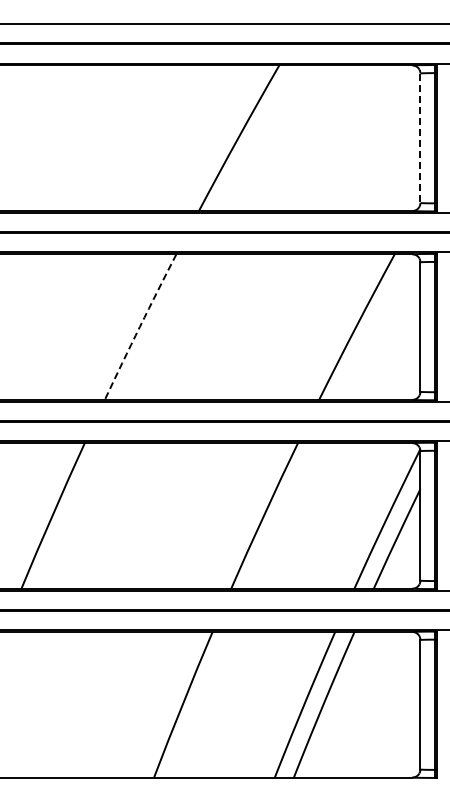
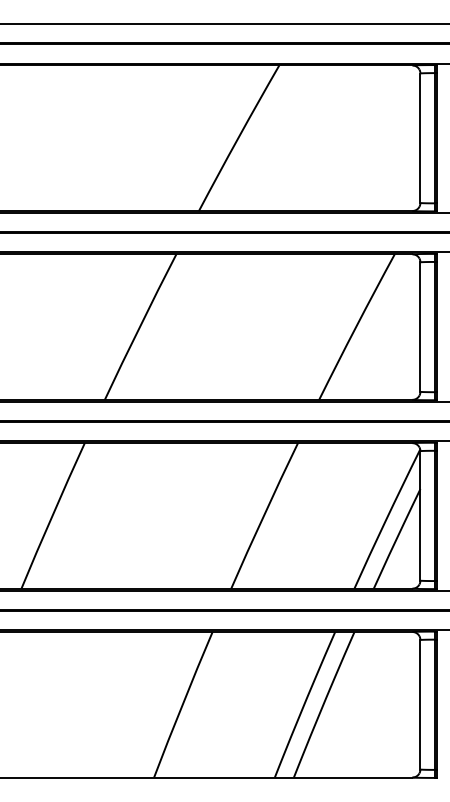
line at (420, 138): dashed -> solid
arc at (139, 326): dashed -> solid
